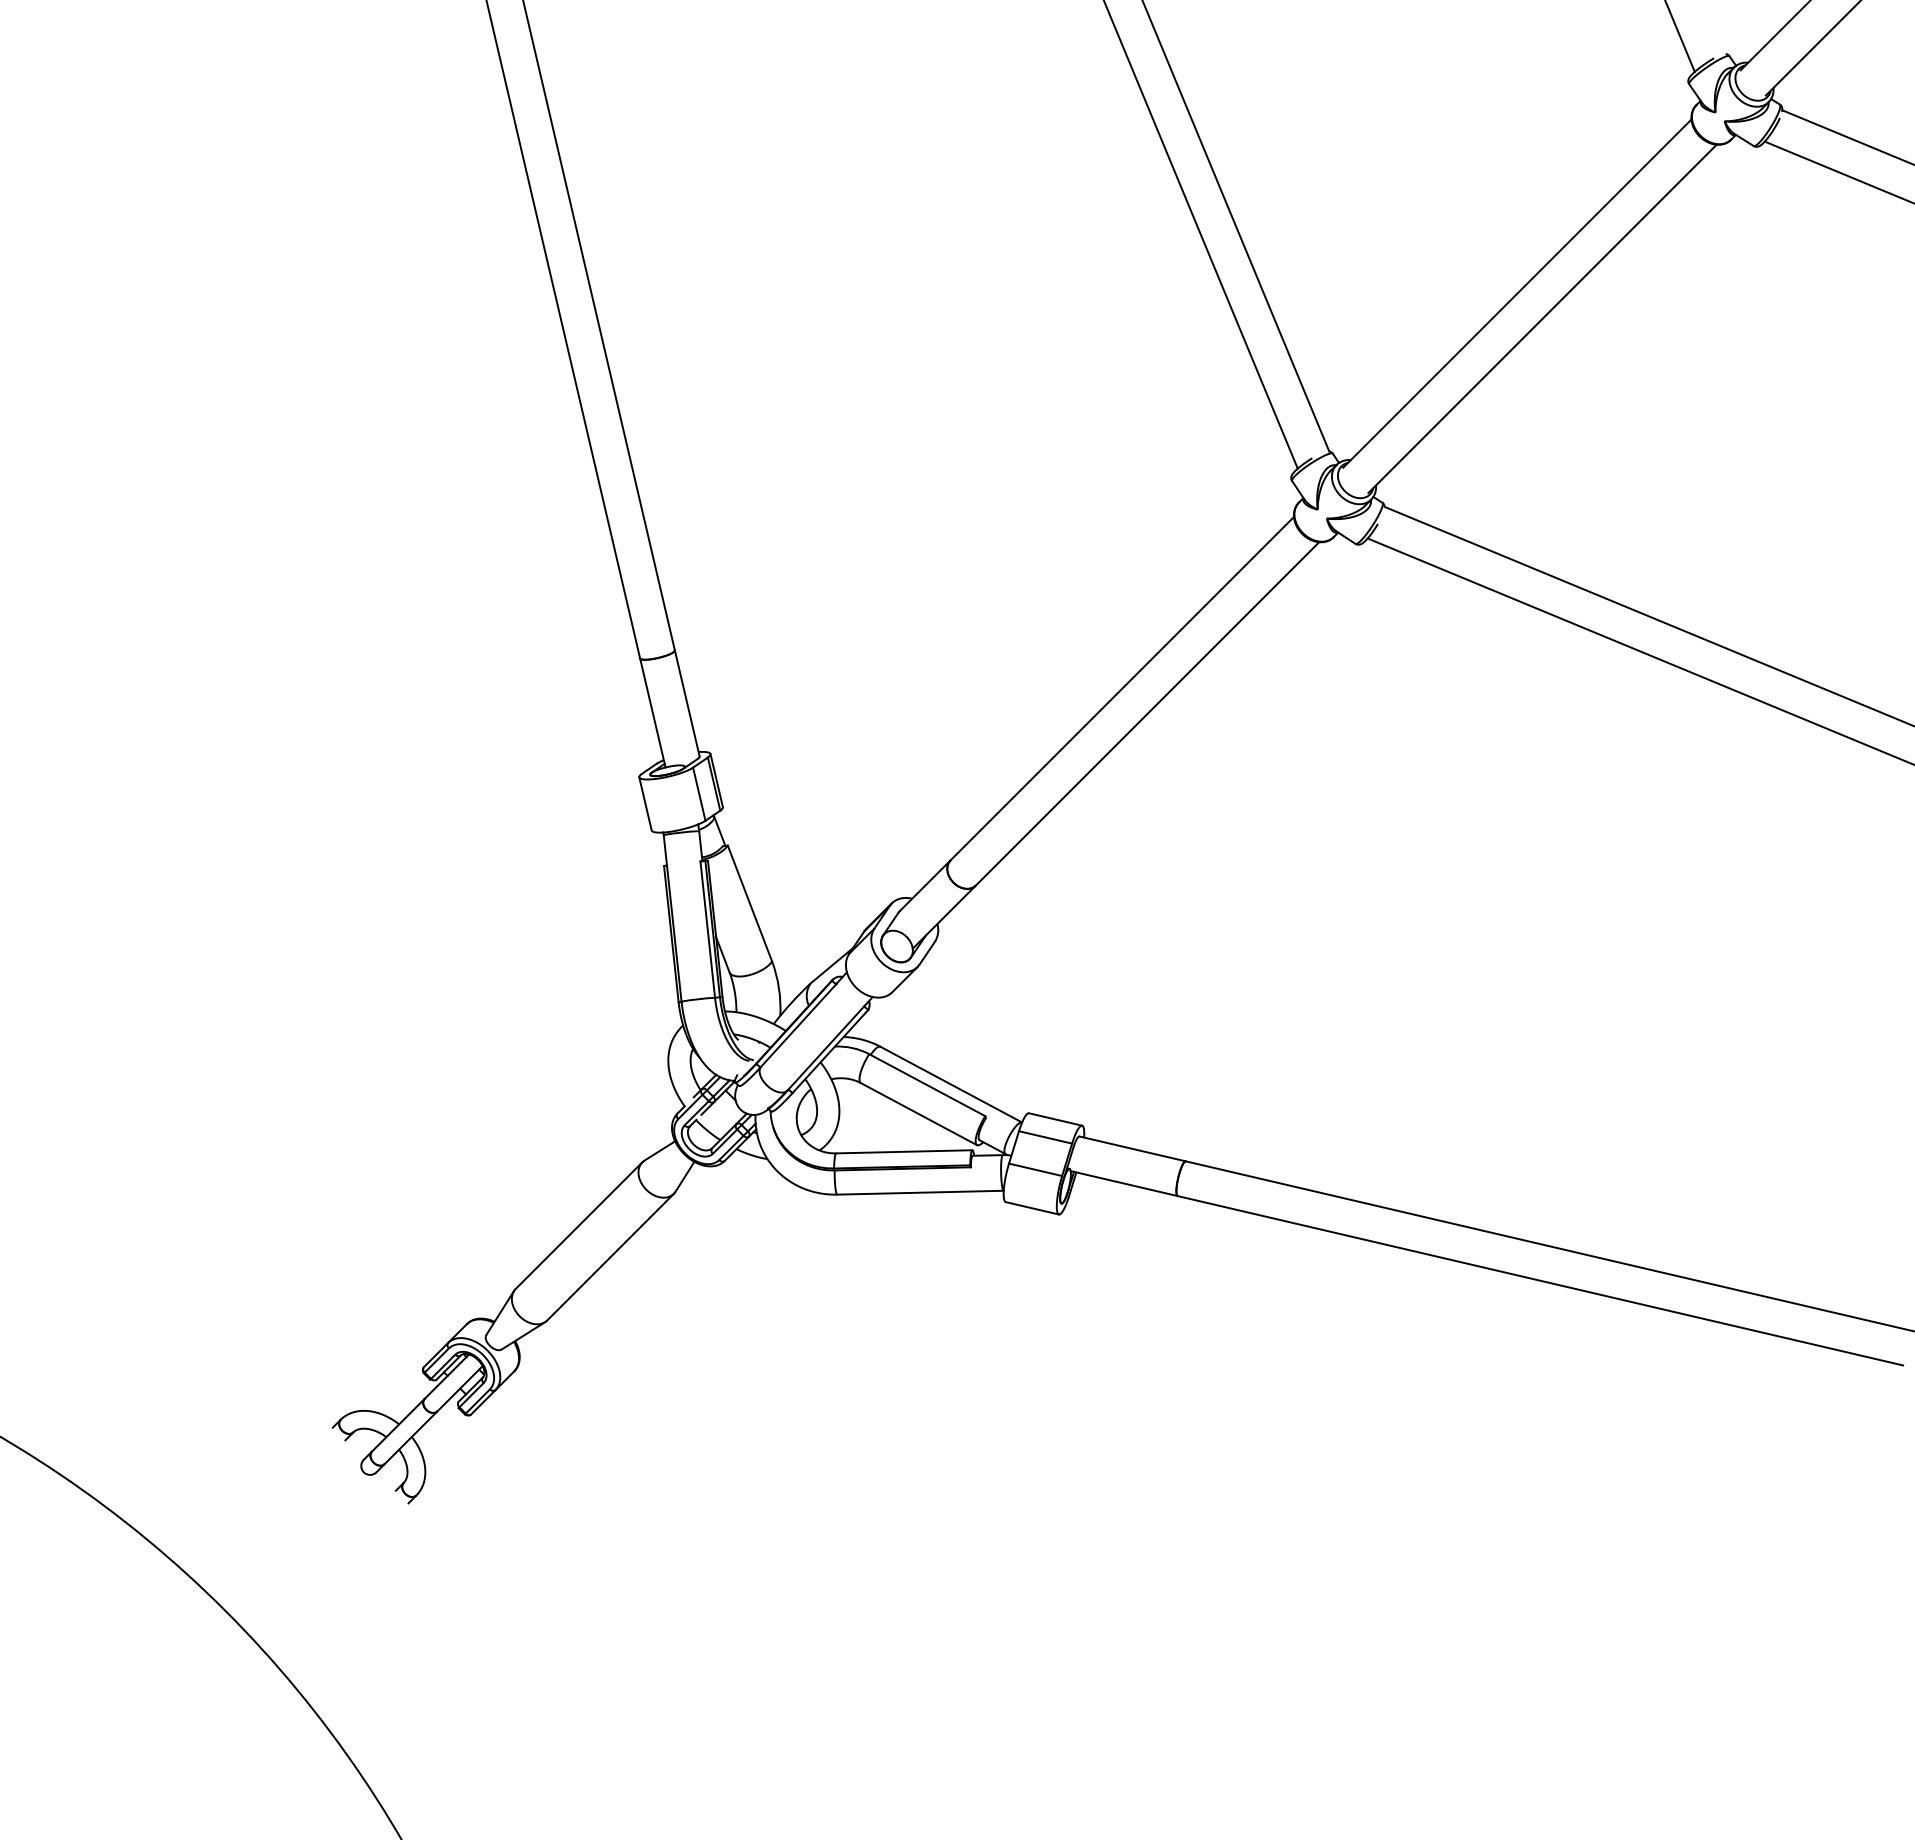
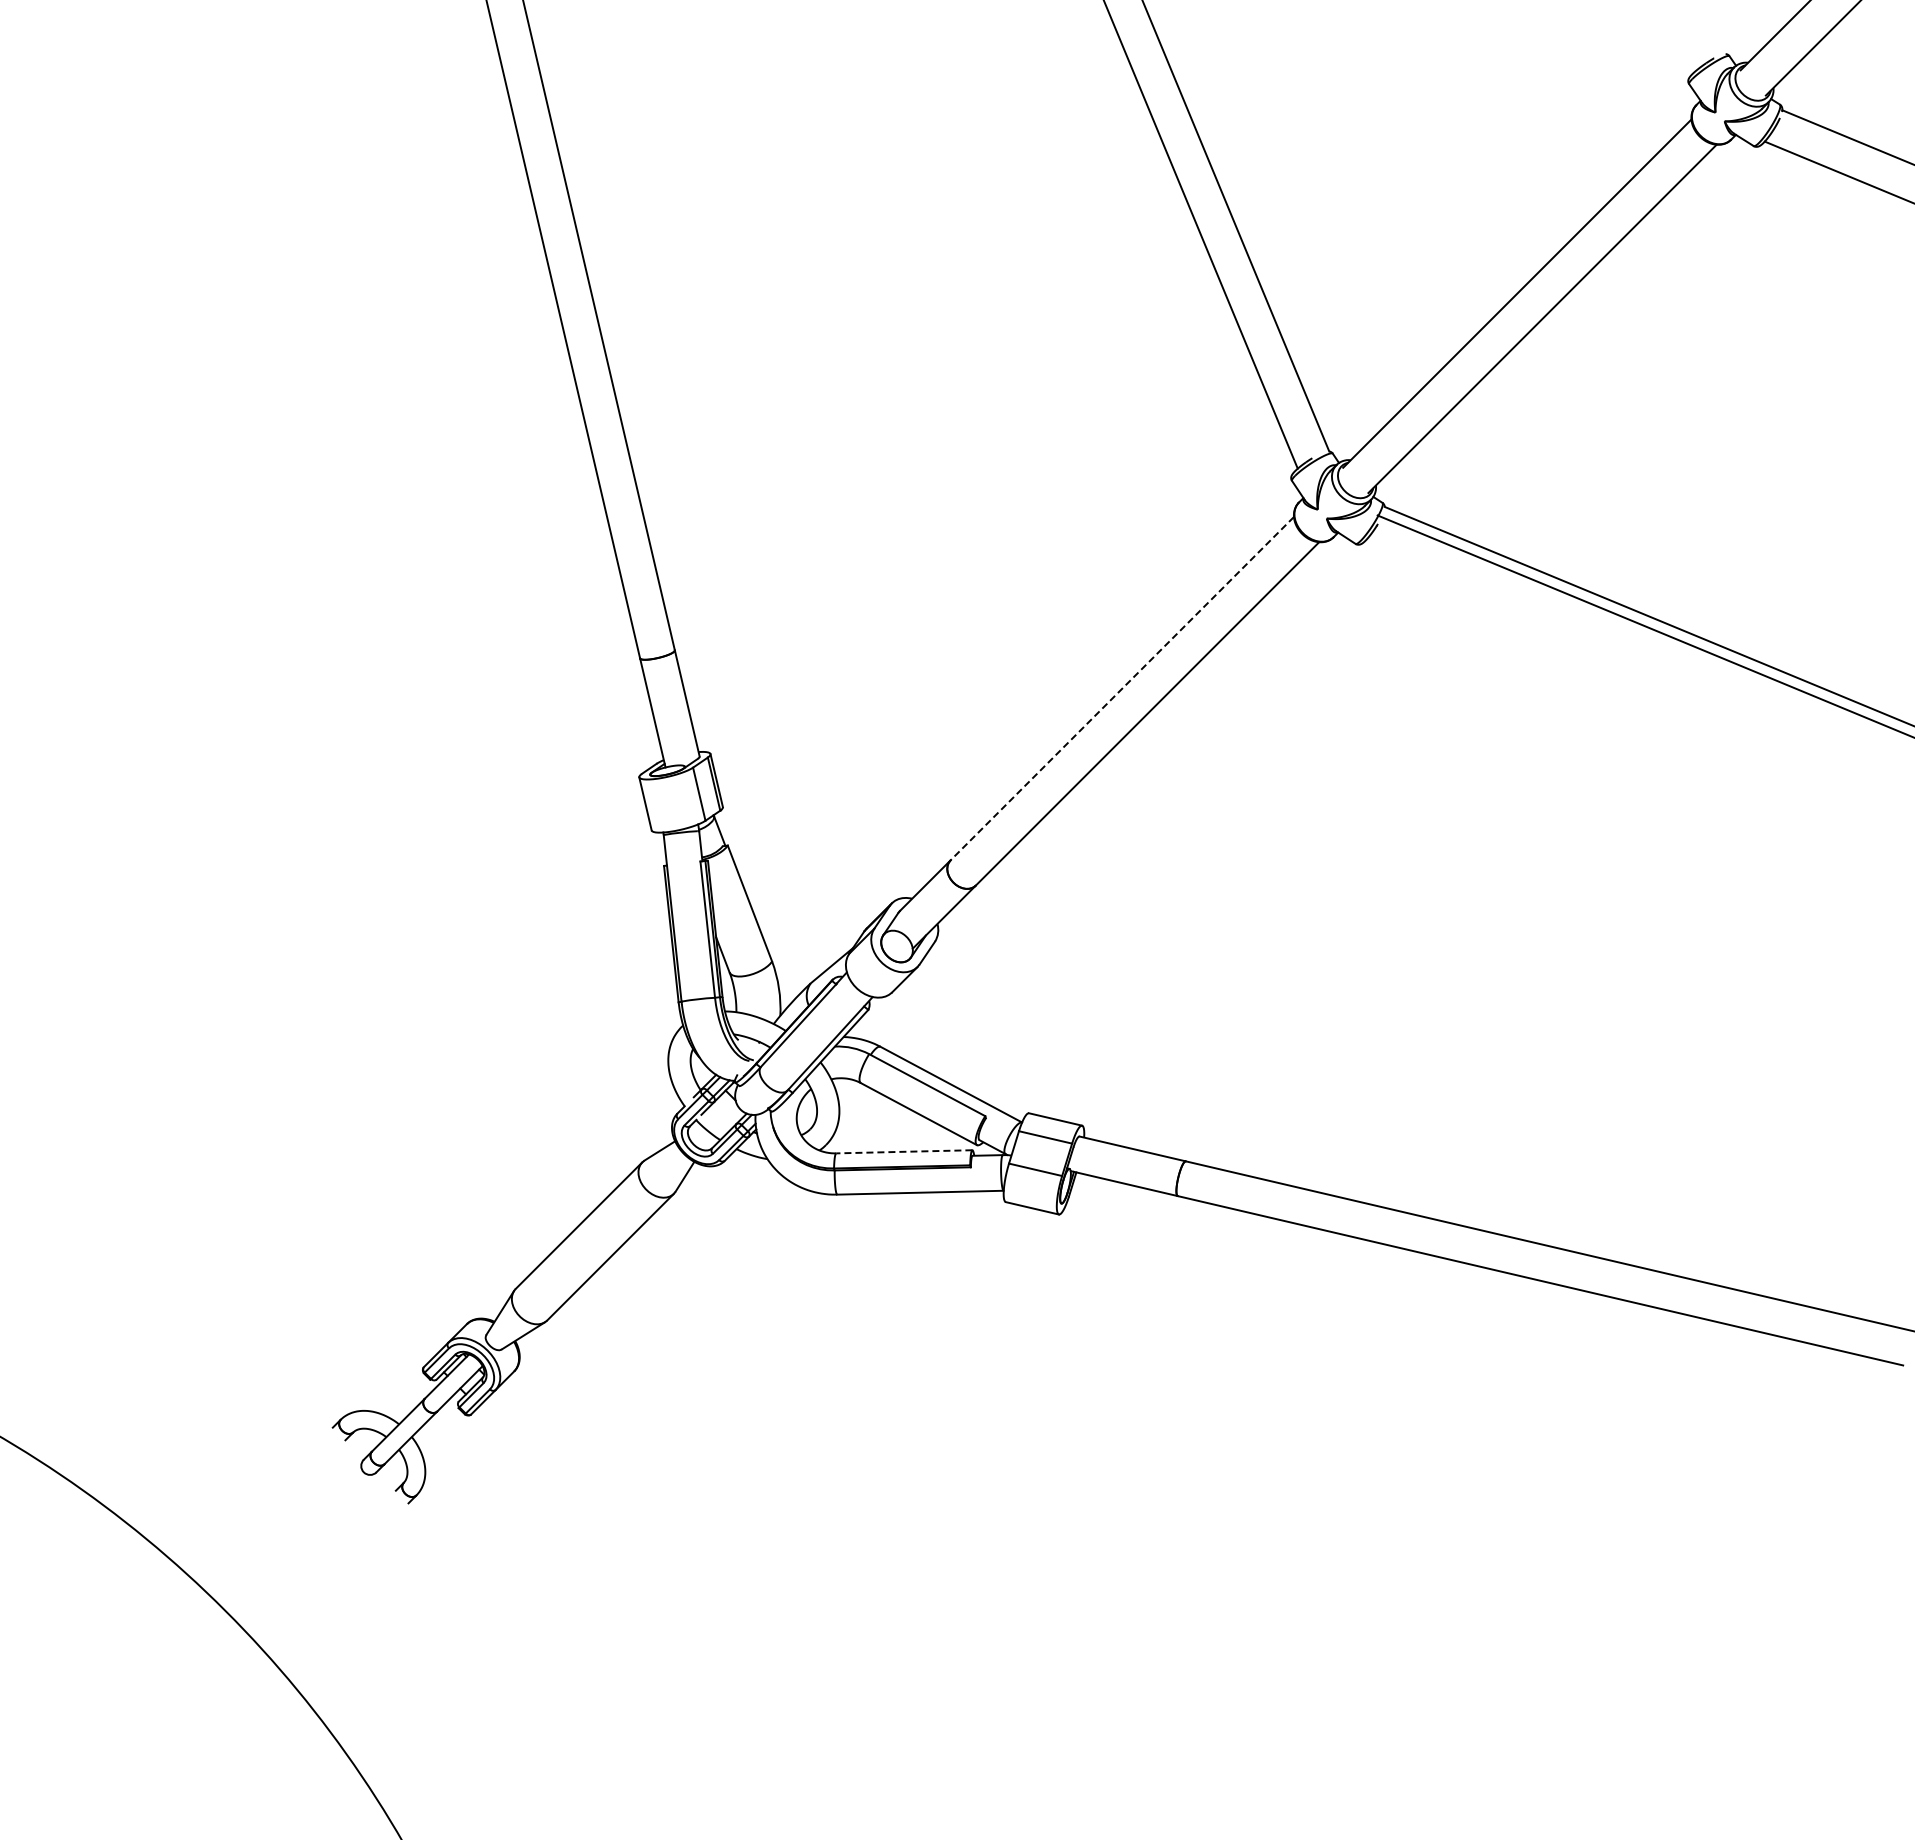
line at (1680, 36): present -> none
line at (1639, 650) position: (1639, 650) -> (1644, 625)
line at (1122, 688): solid -> dashed
line at (903, 1151): solid -> dashed
